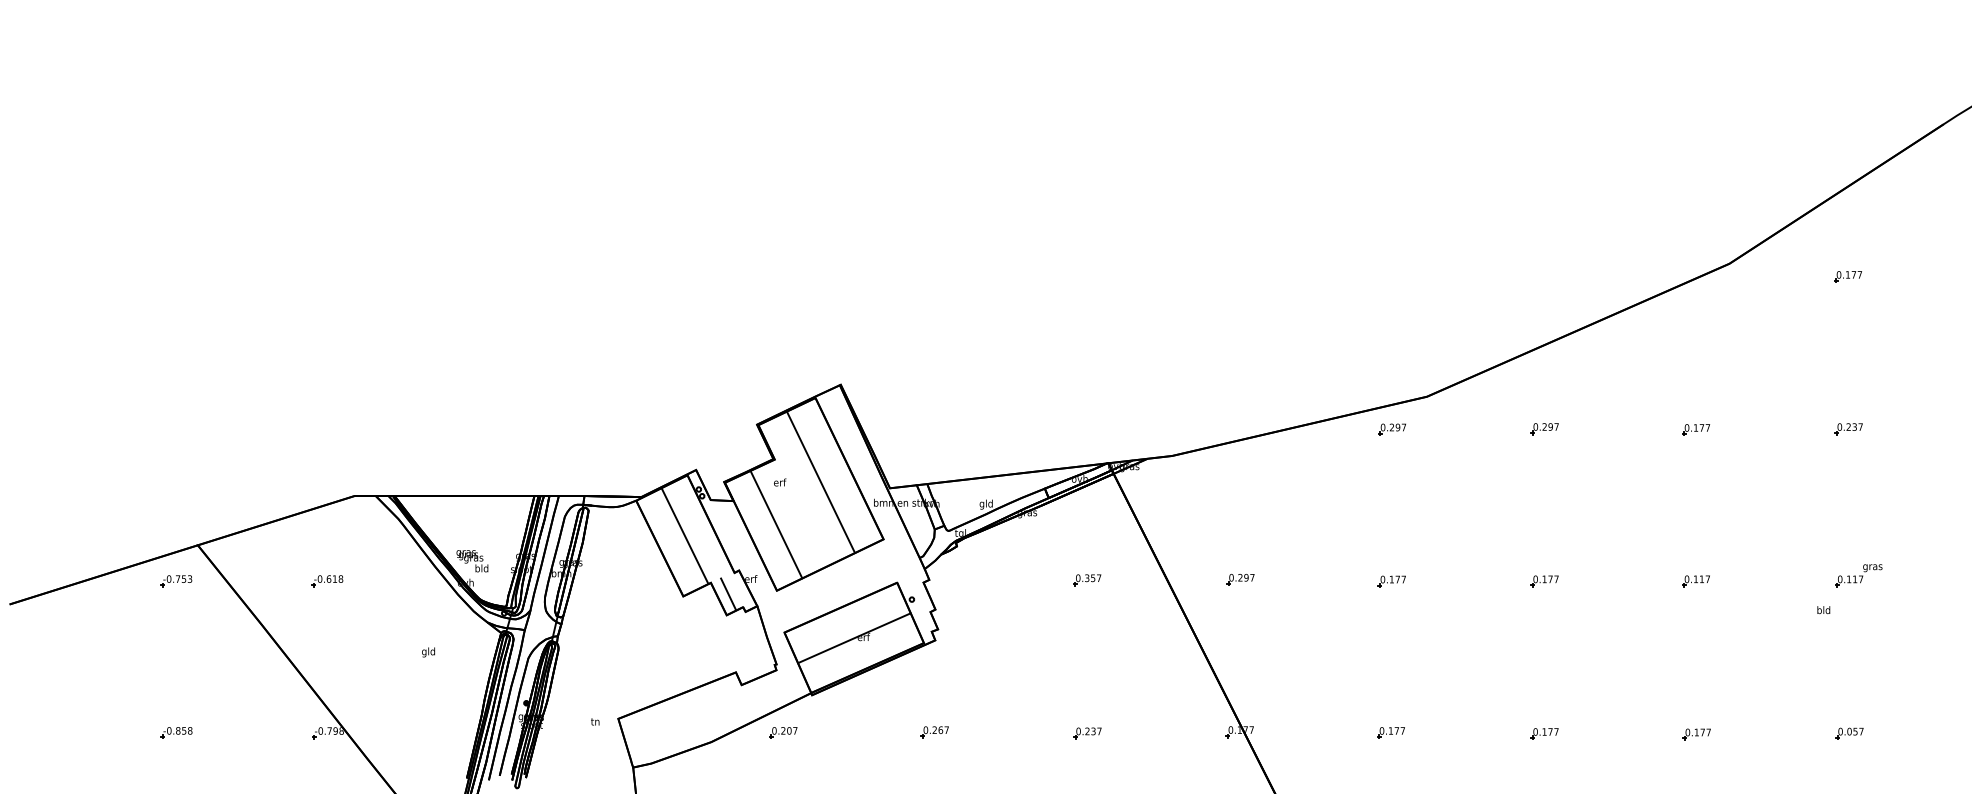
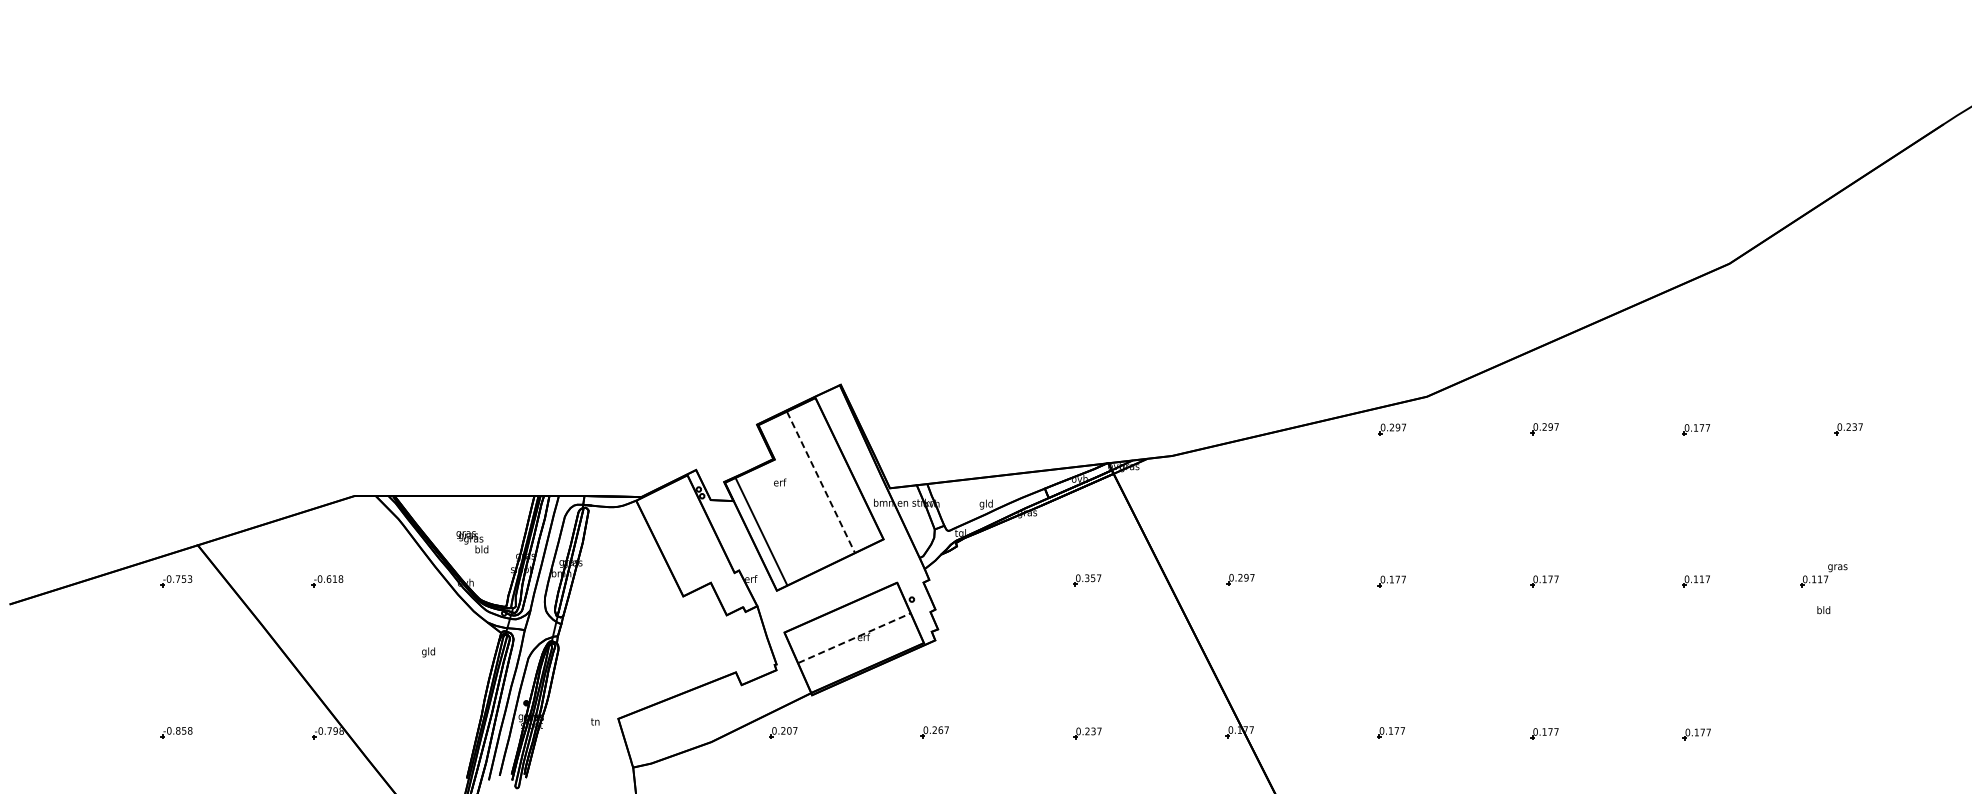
part at (1847, 276): present -> none
line at (821, 482): solid -> dashed
line at (776, 524) position: (776, 524) -> (761, 531)
line at (684, 535): present -> none
text at (472, 561) position: (472, 561) -> (472, 542)
part at (1858, 575) position: (1858, 575) -> (1823, 575)
line at (728, 594): present -> none
line at (854, 638): solid -> dashed
part at (1849, 733): present -> none
